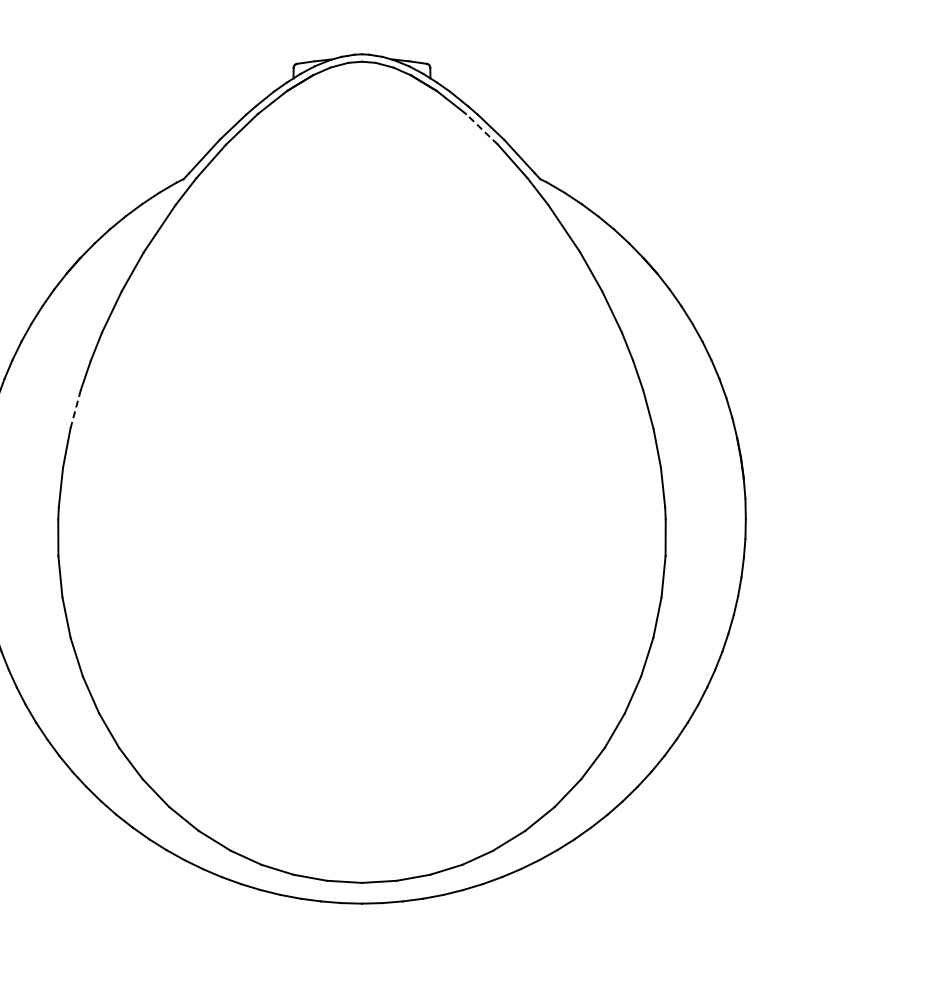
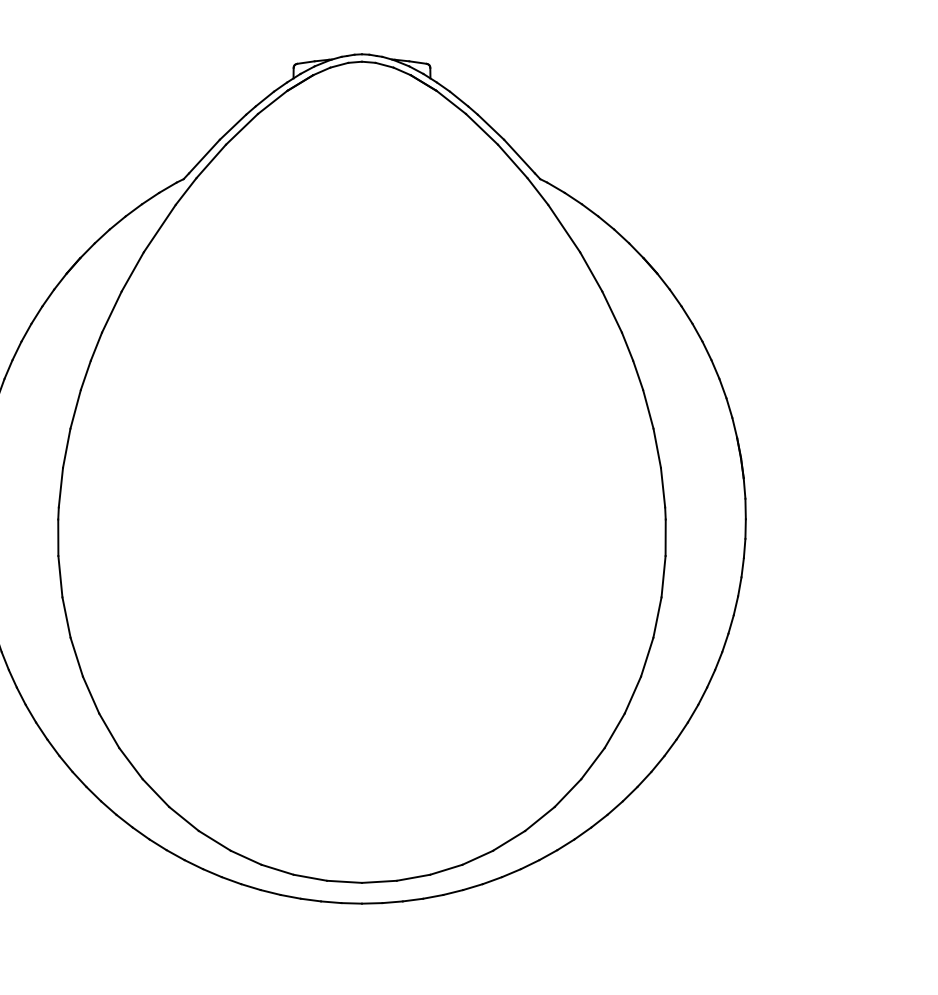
line at (481, 128): dashed -> solid
line at (75, 408): dashed -> solid
